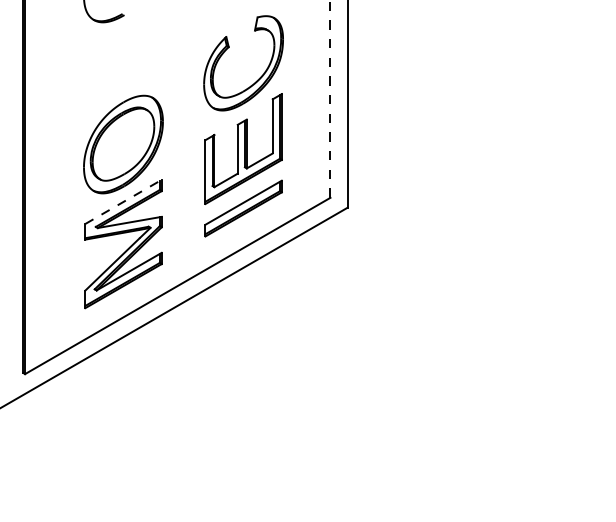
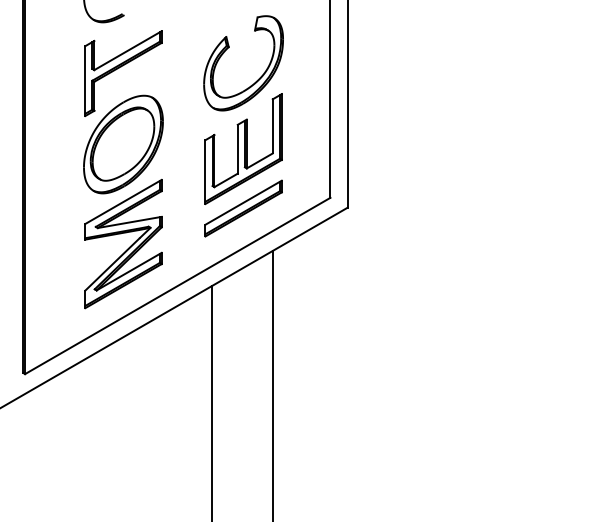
part at (121, 67): none -> present
line at (330, 98): dashed -> solid
line at (123, 201): dashed -> solid
line at (273, 384): none -> present
line at (211, 402): none -> present
